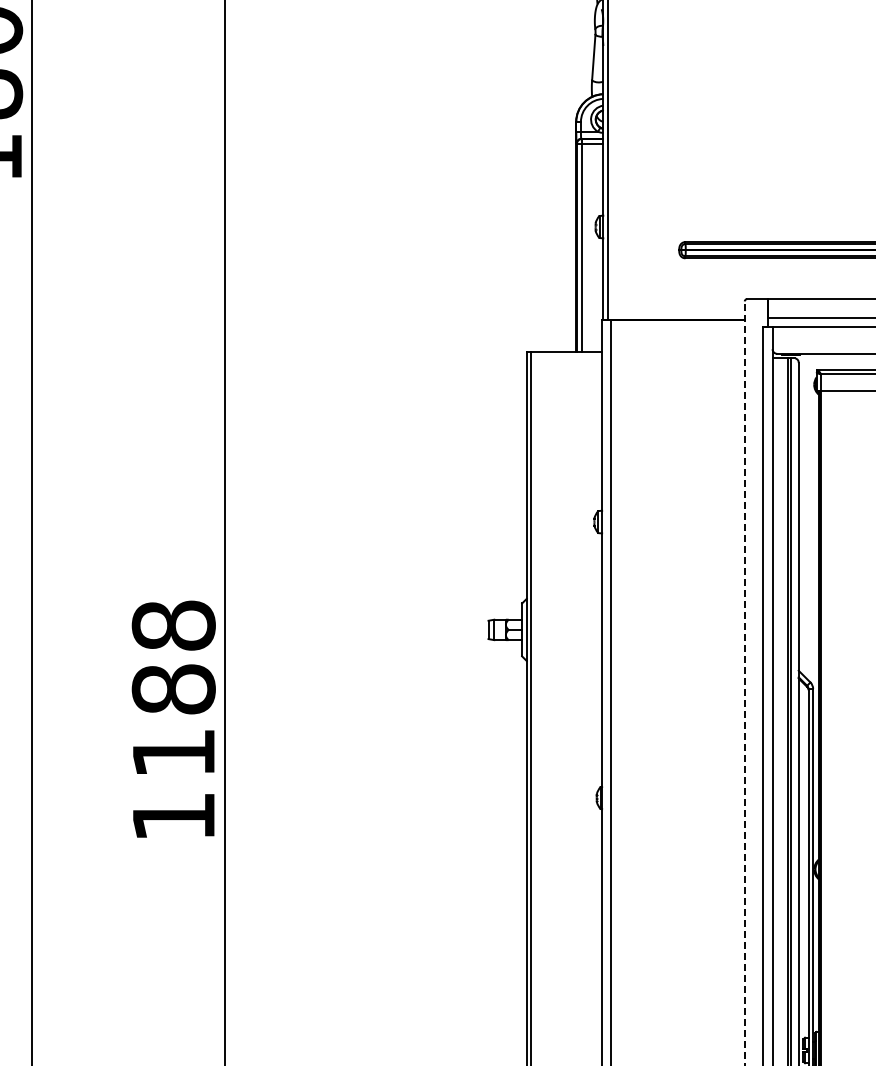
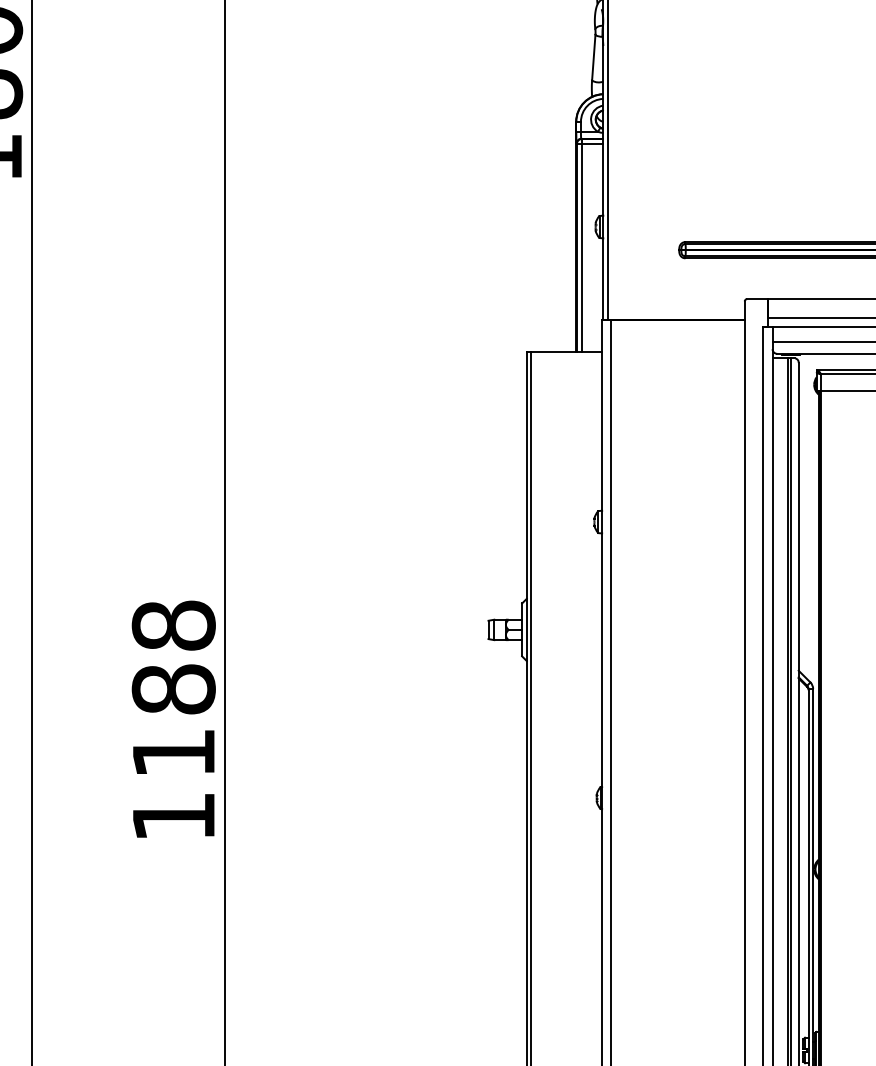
line at (822, 342): none -> present
line at (744, 683): dashed -> solid
